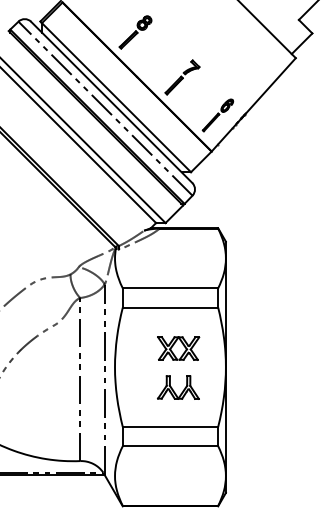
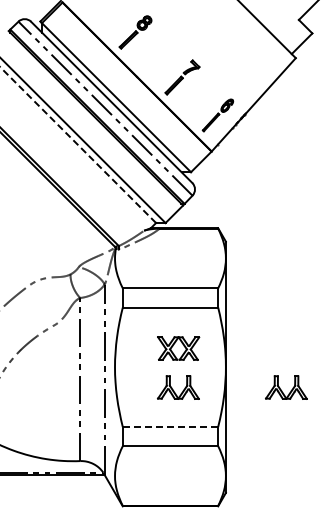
line at (77, 144): solid -> dashed
part at (286, 387): none -> present
line at (170, 426): solid -> dashed
